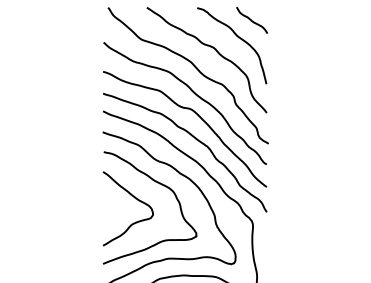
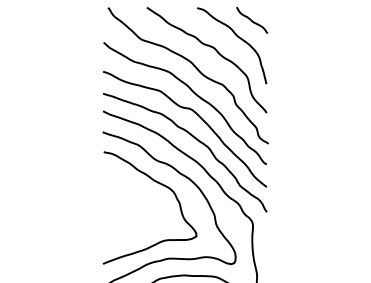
curve at (135, 199): present -> none
